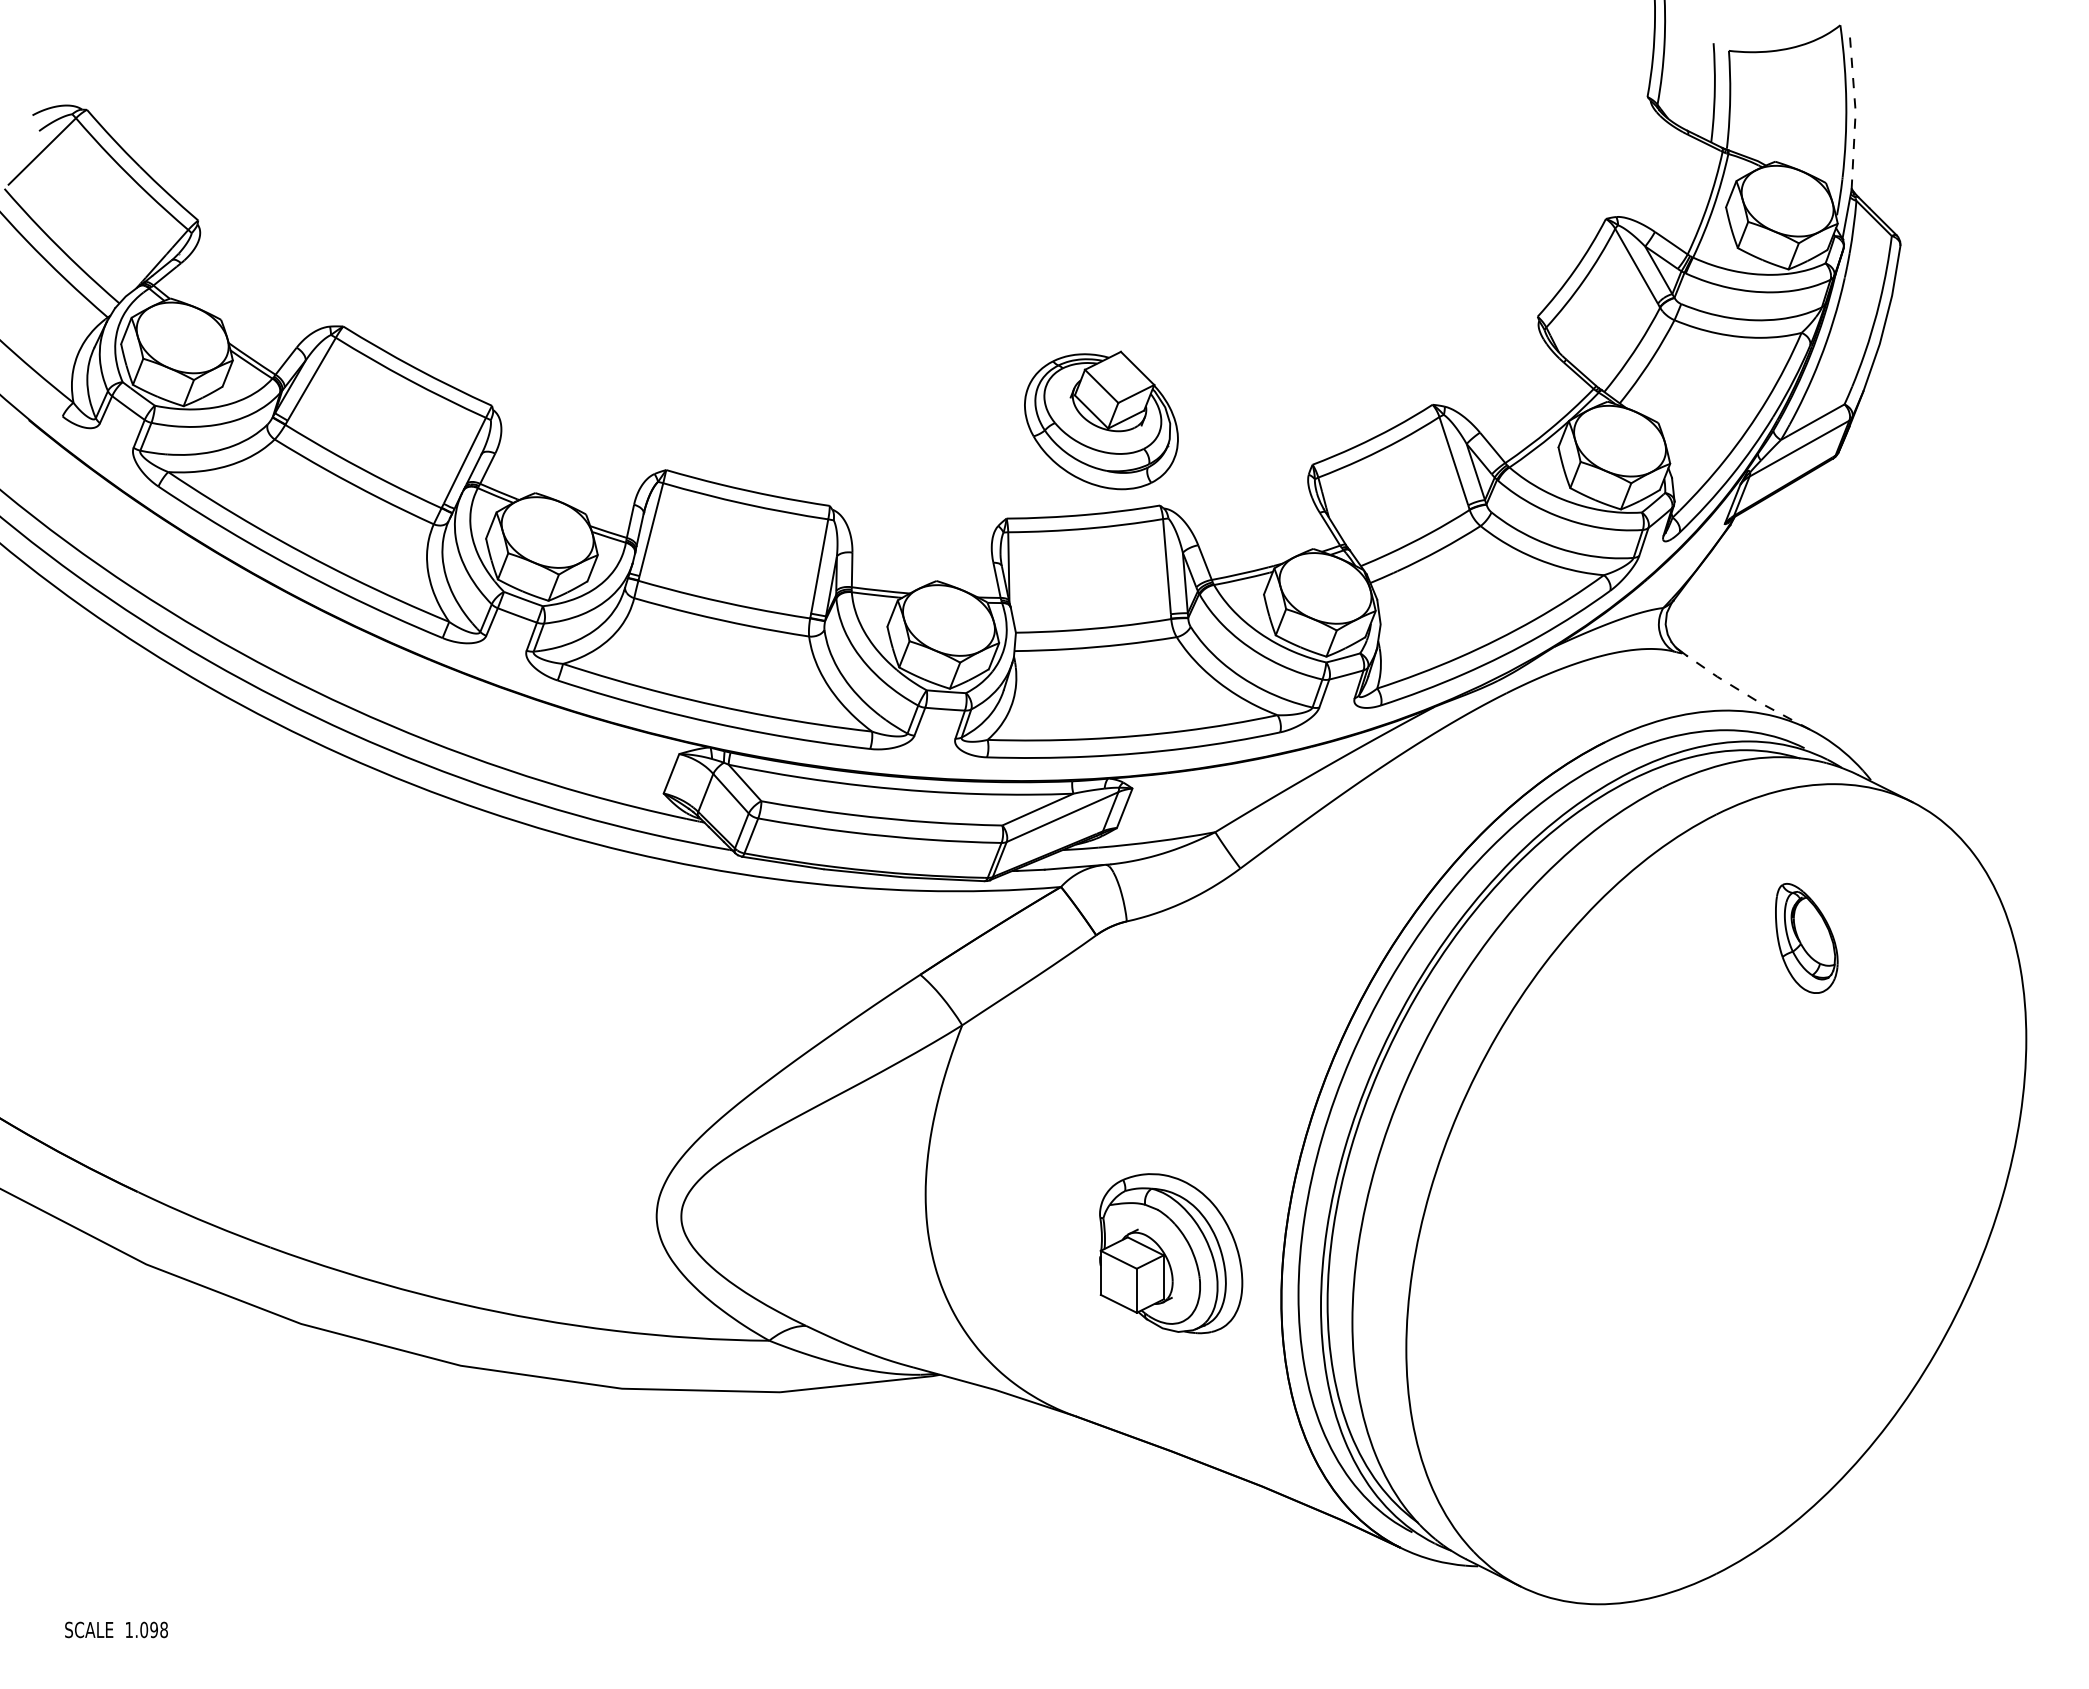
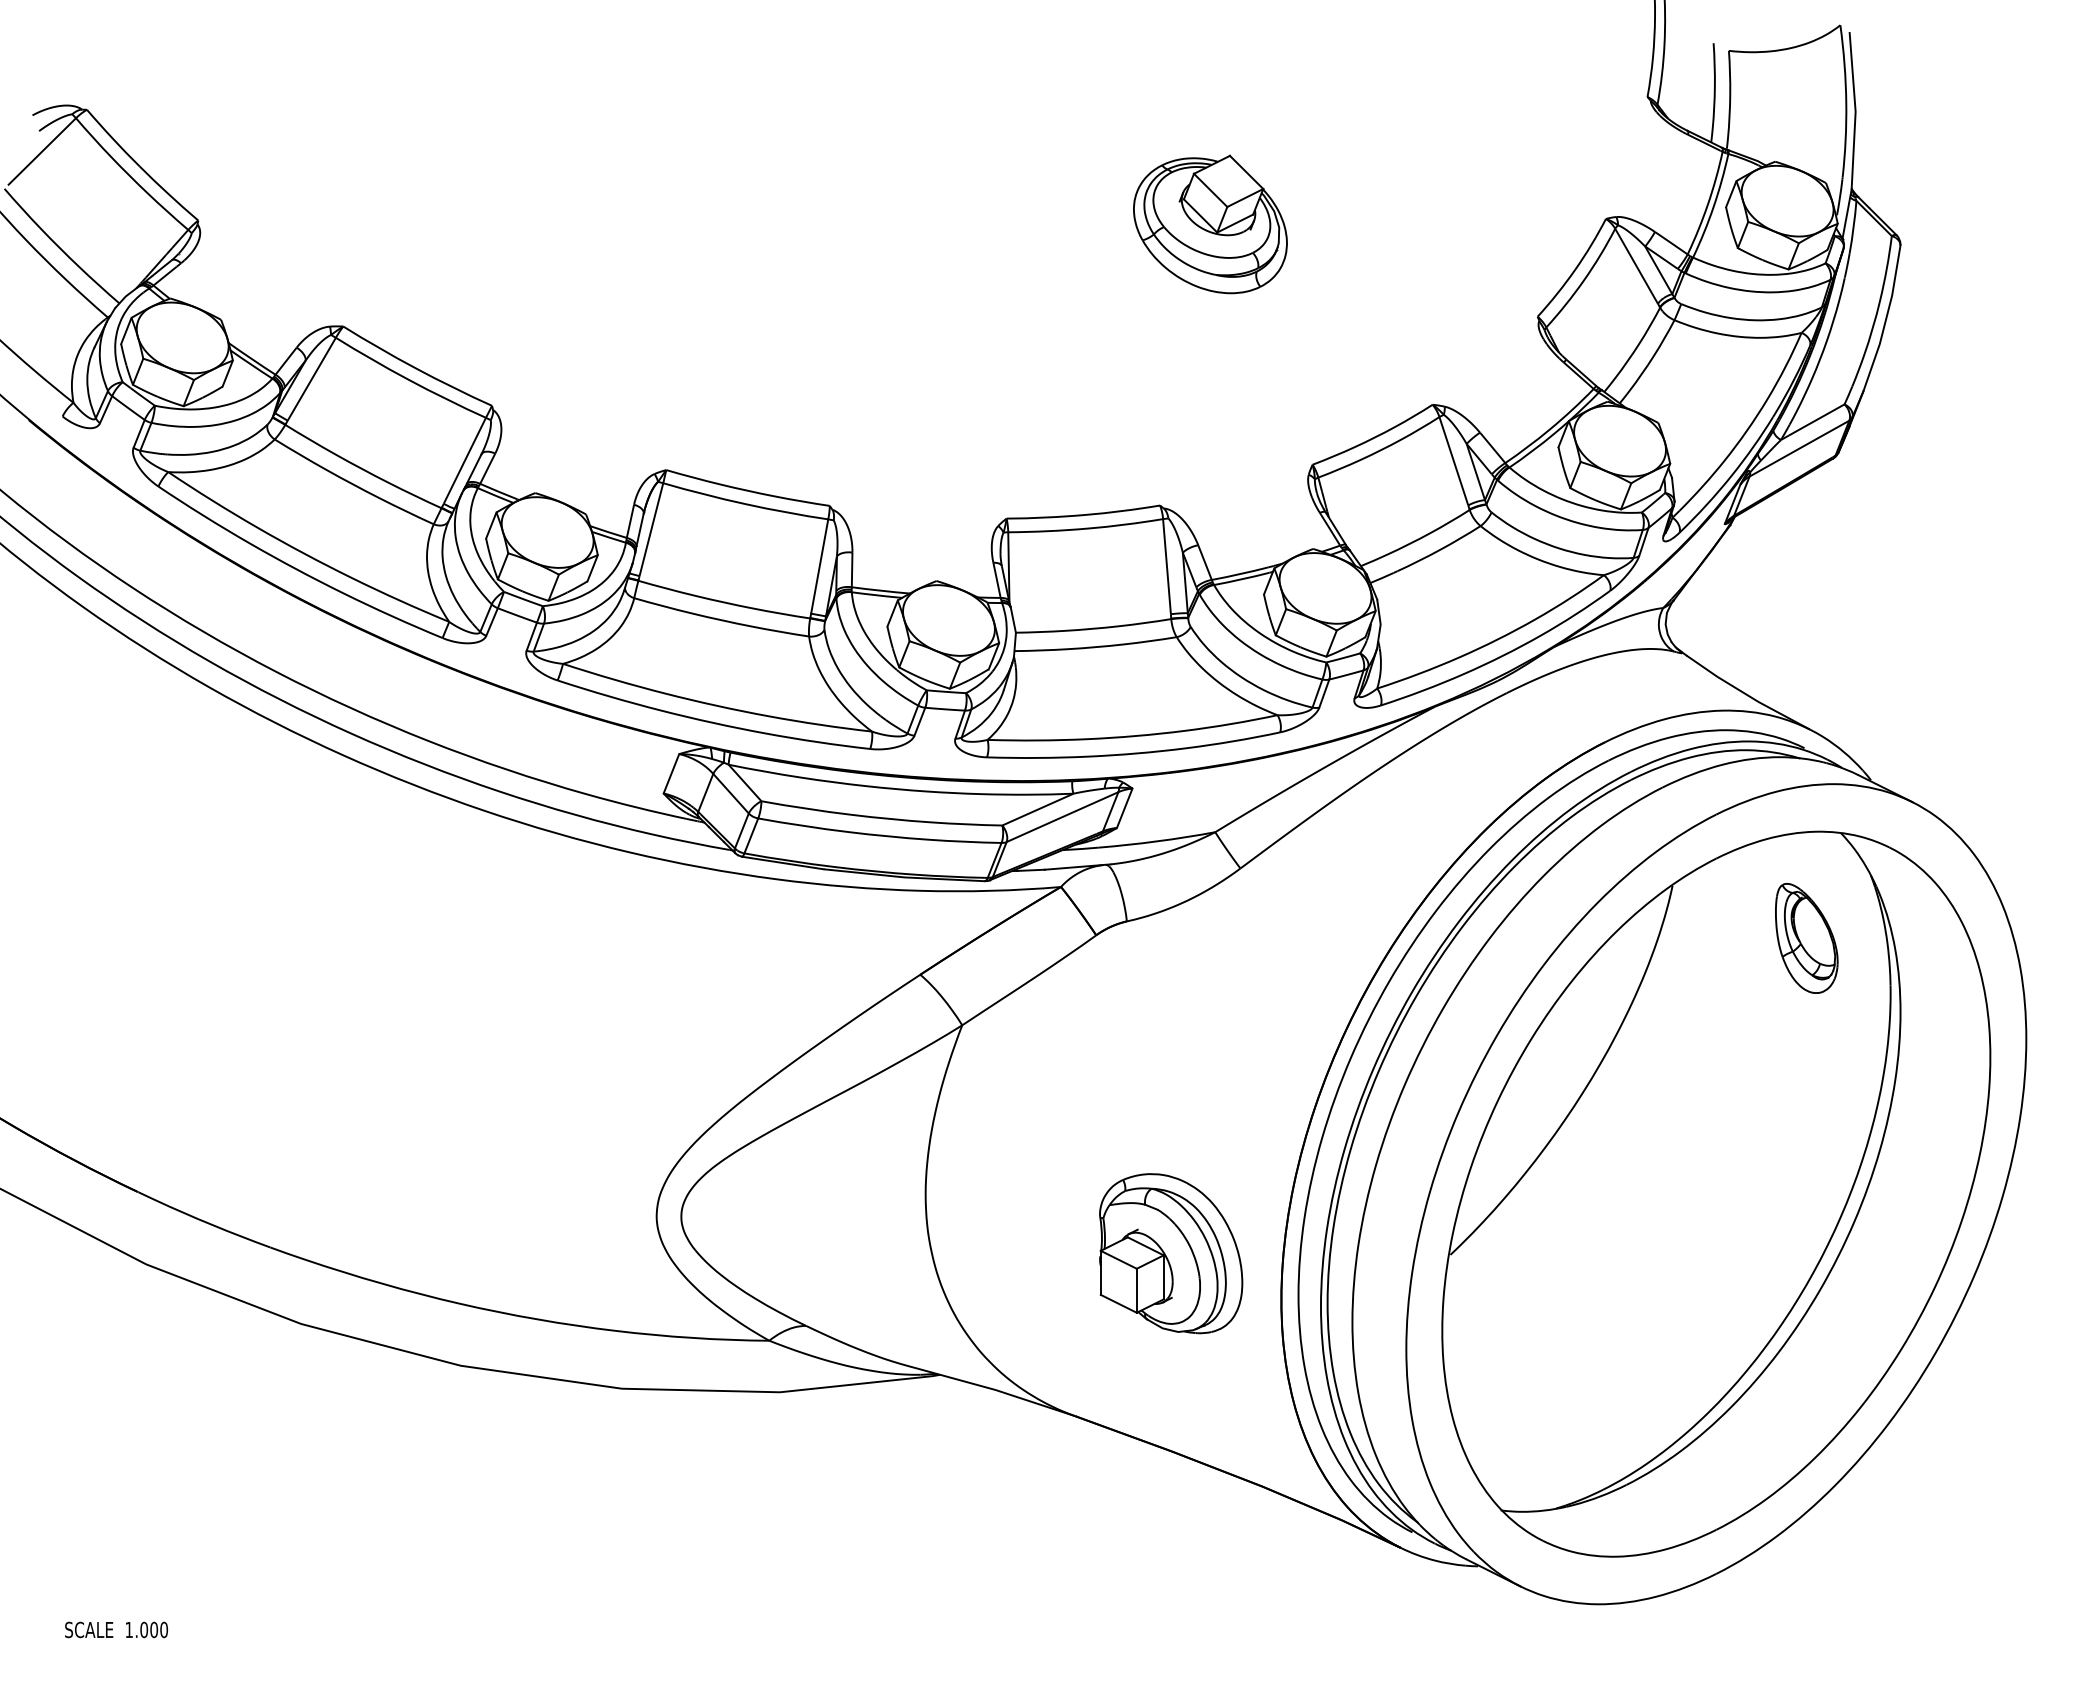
line at (1855, 110): dashed -> solid
part at (1101, 420) position: (1101, 420) -> (1210, 224)
line at (1746, 694): dashed -> solid
part at (1716, 1193): none -> present
text at (159, 1630): 1.098 -> 1.000
